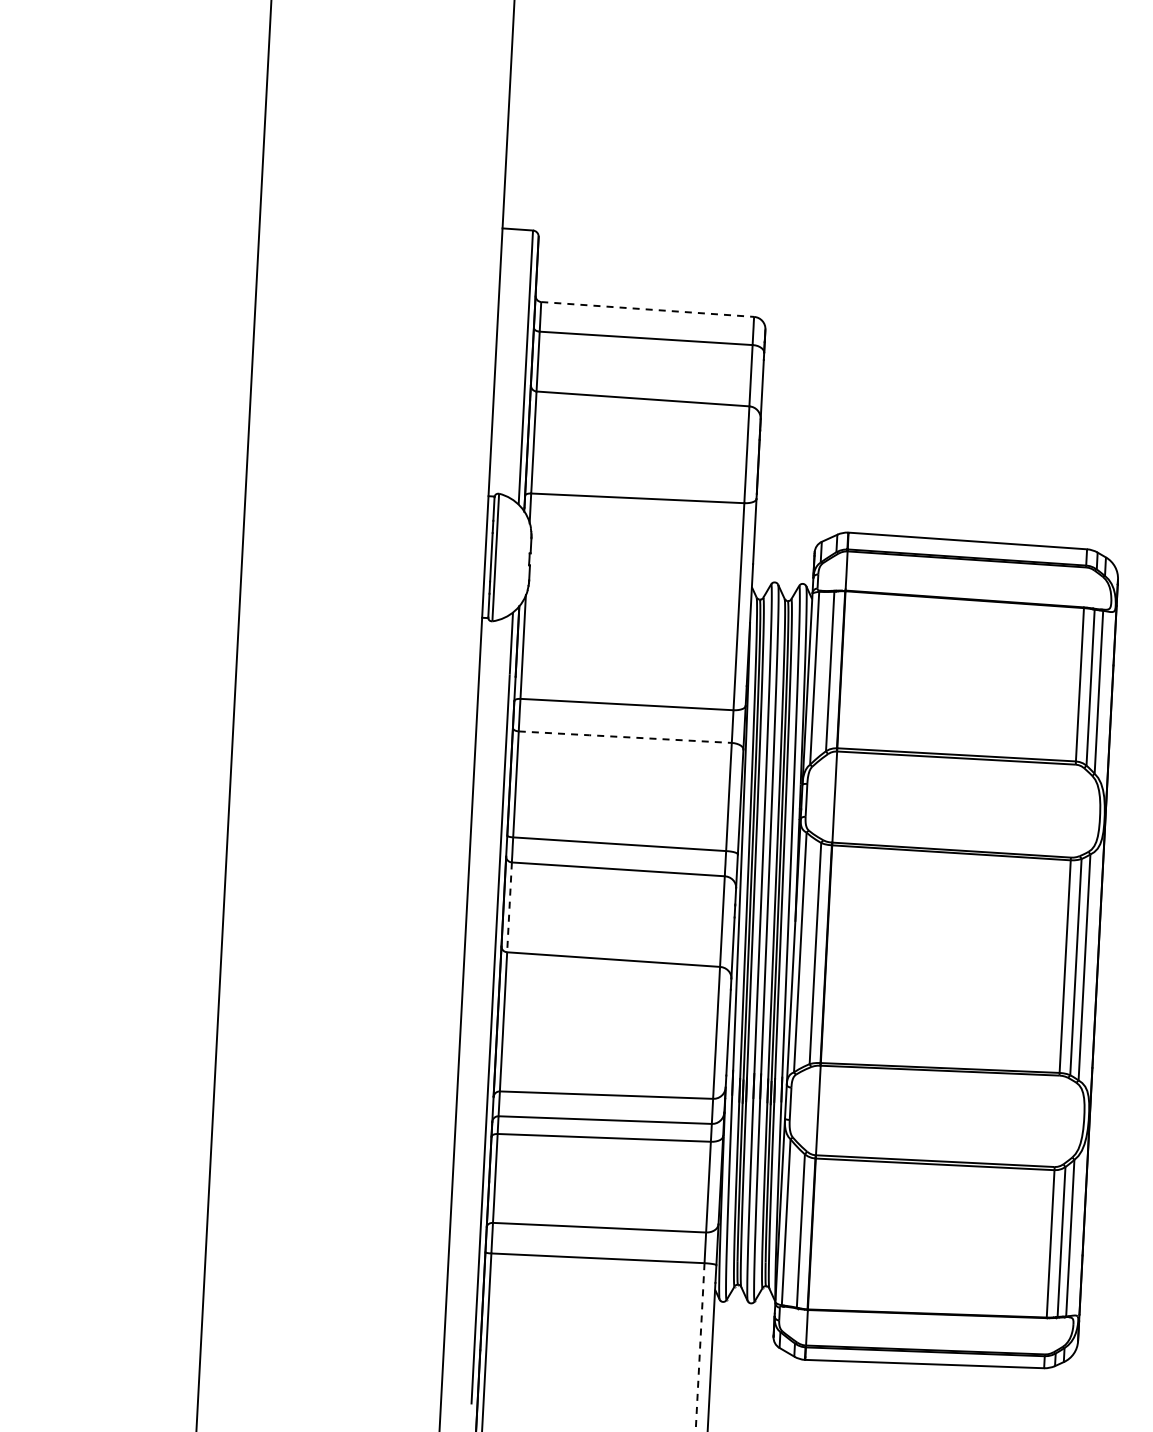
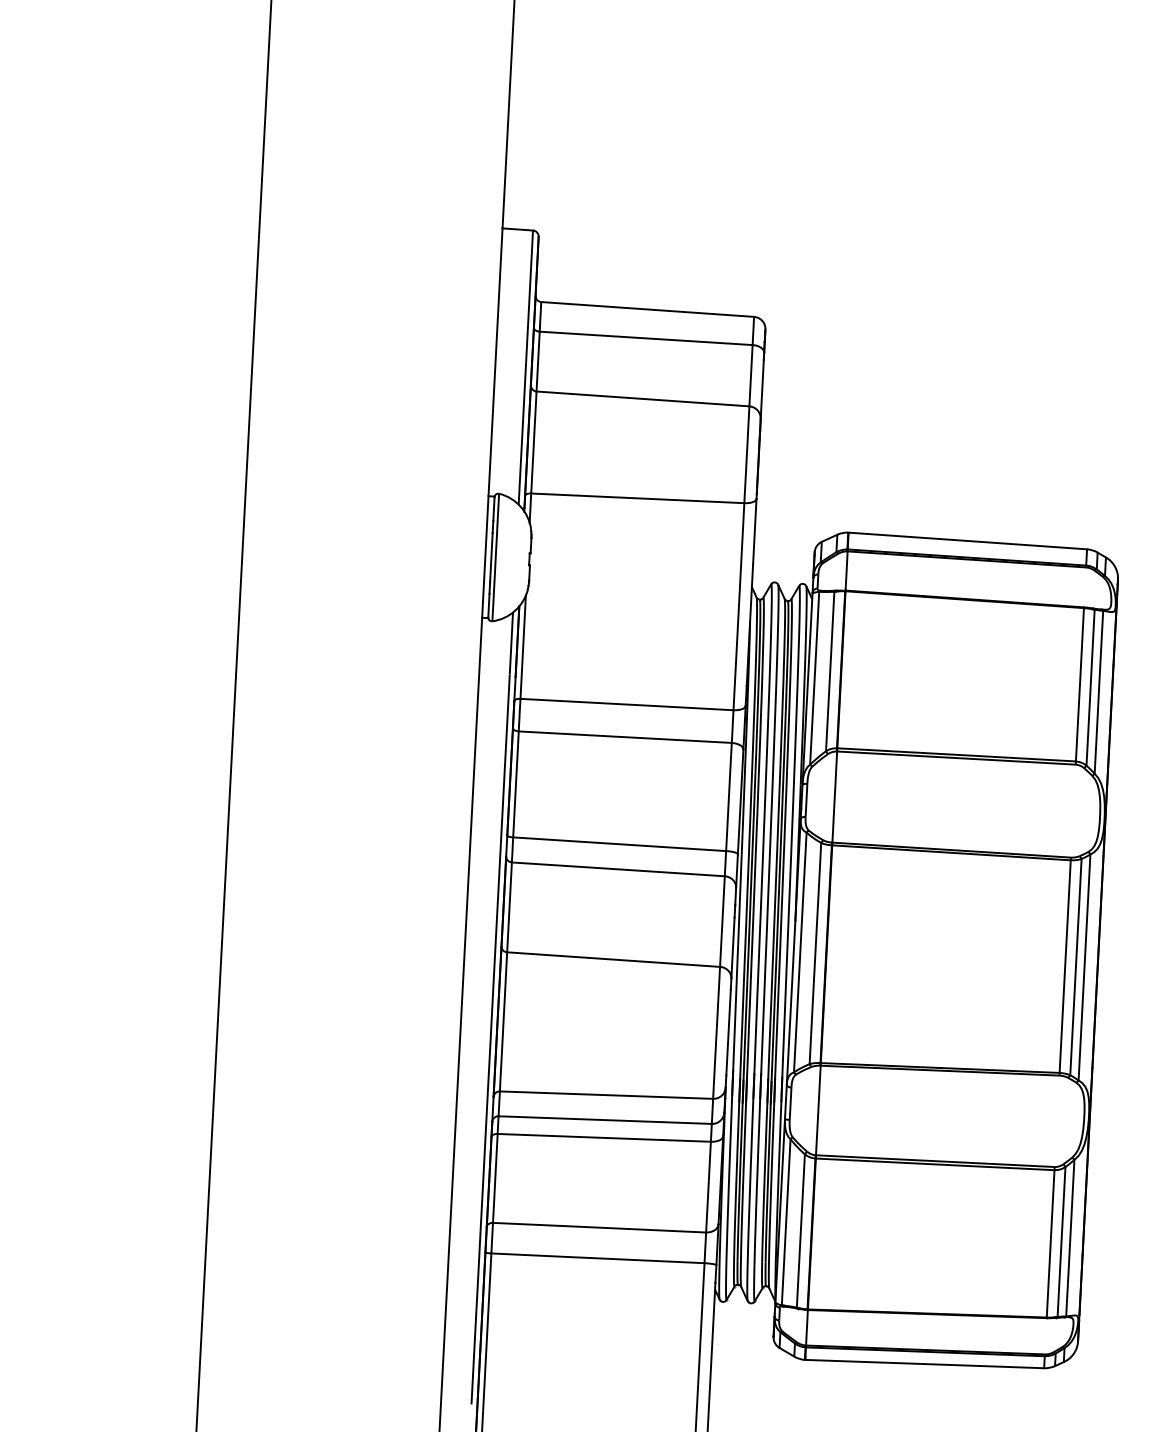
line at (647, 309): dashed -> solid
line at (626, 737): dashed -> solid
line at (509, 907): dashed -> solid
line at (700, 1348): dashed -> solid
